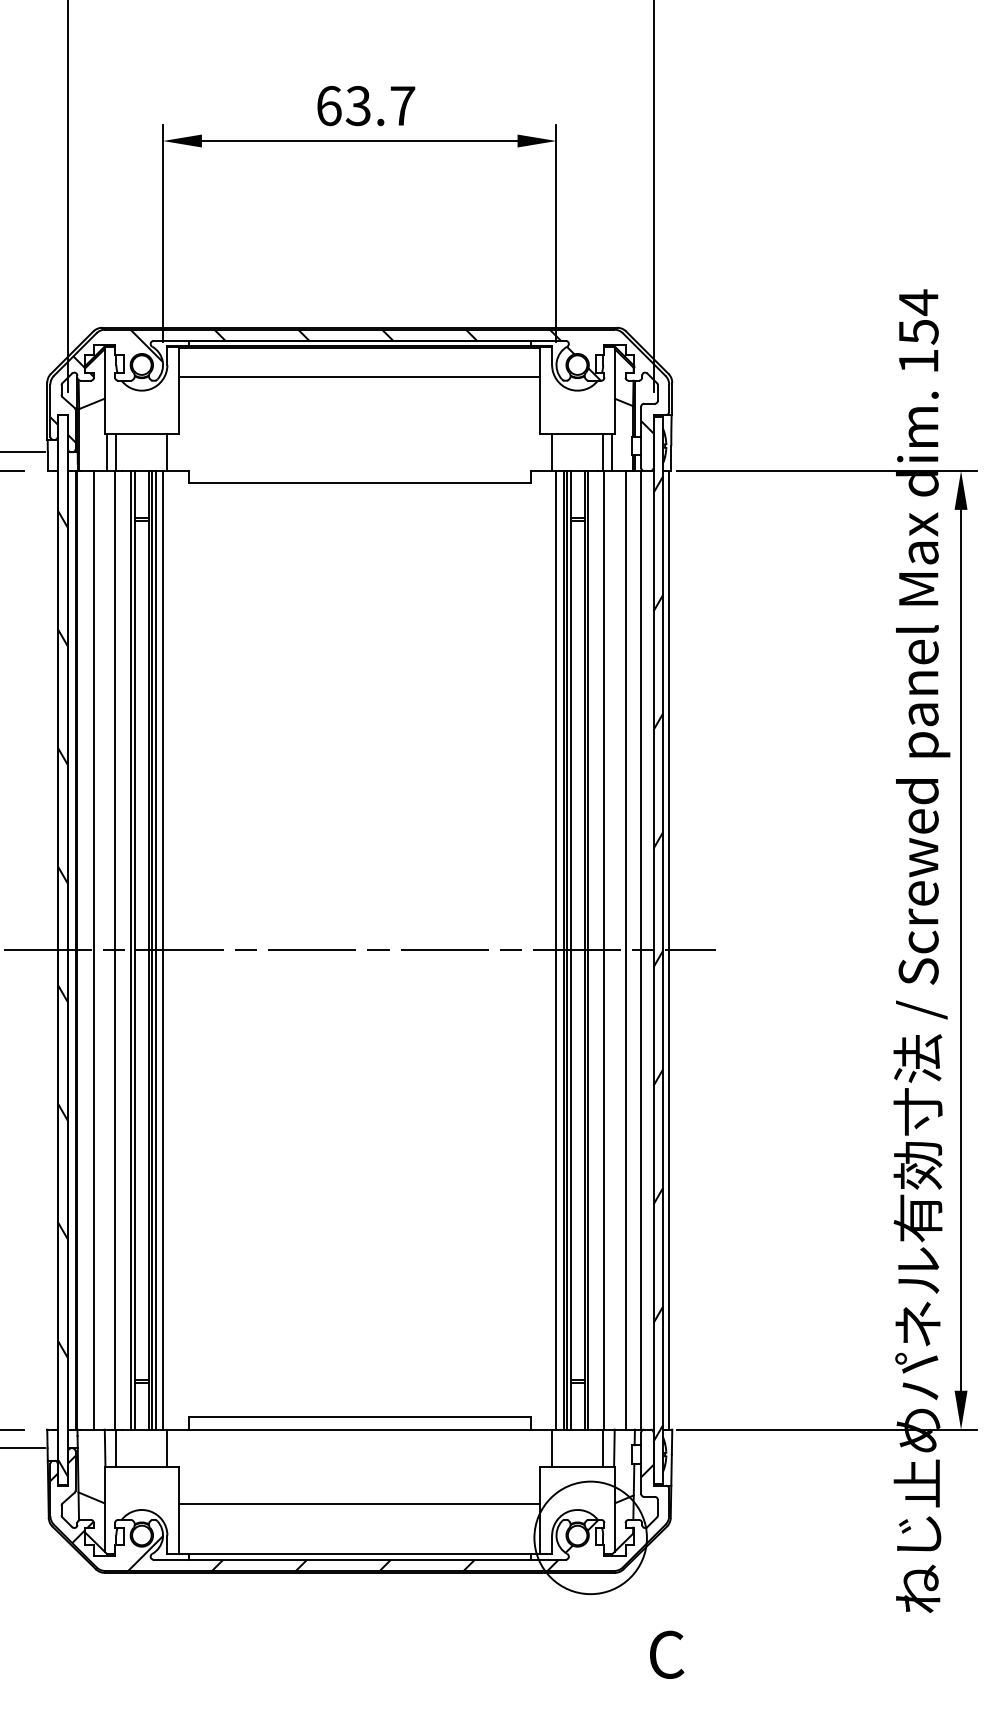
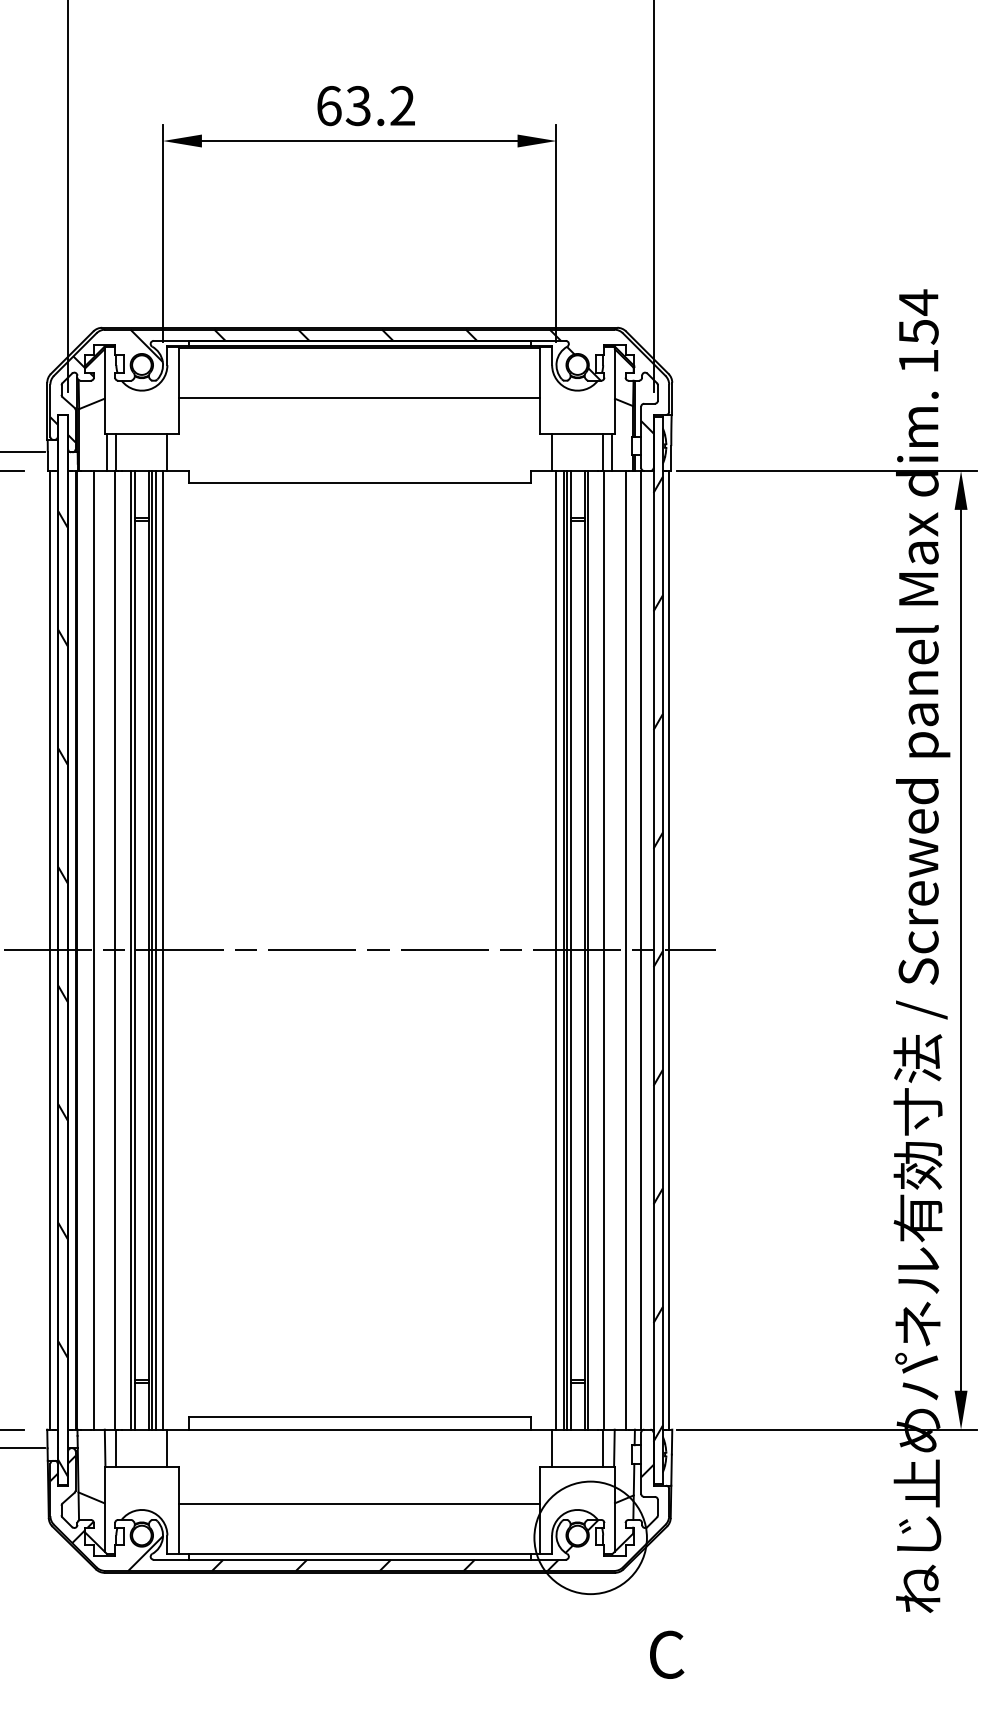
text at (402, 105): 63.7 -> 63.2
line at (359, 376) position: (359, 376) -> (359, 397)
line at (50, 949): none -> present
